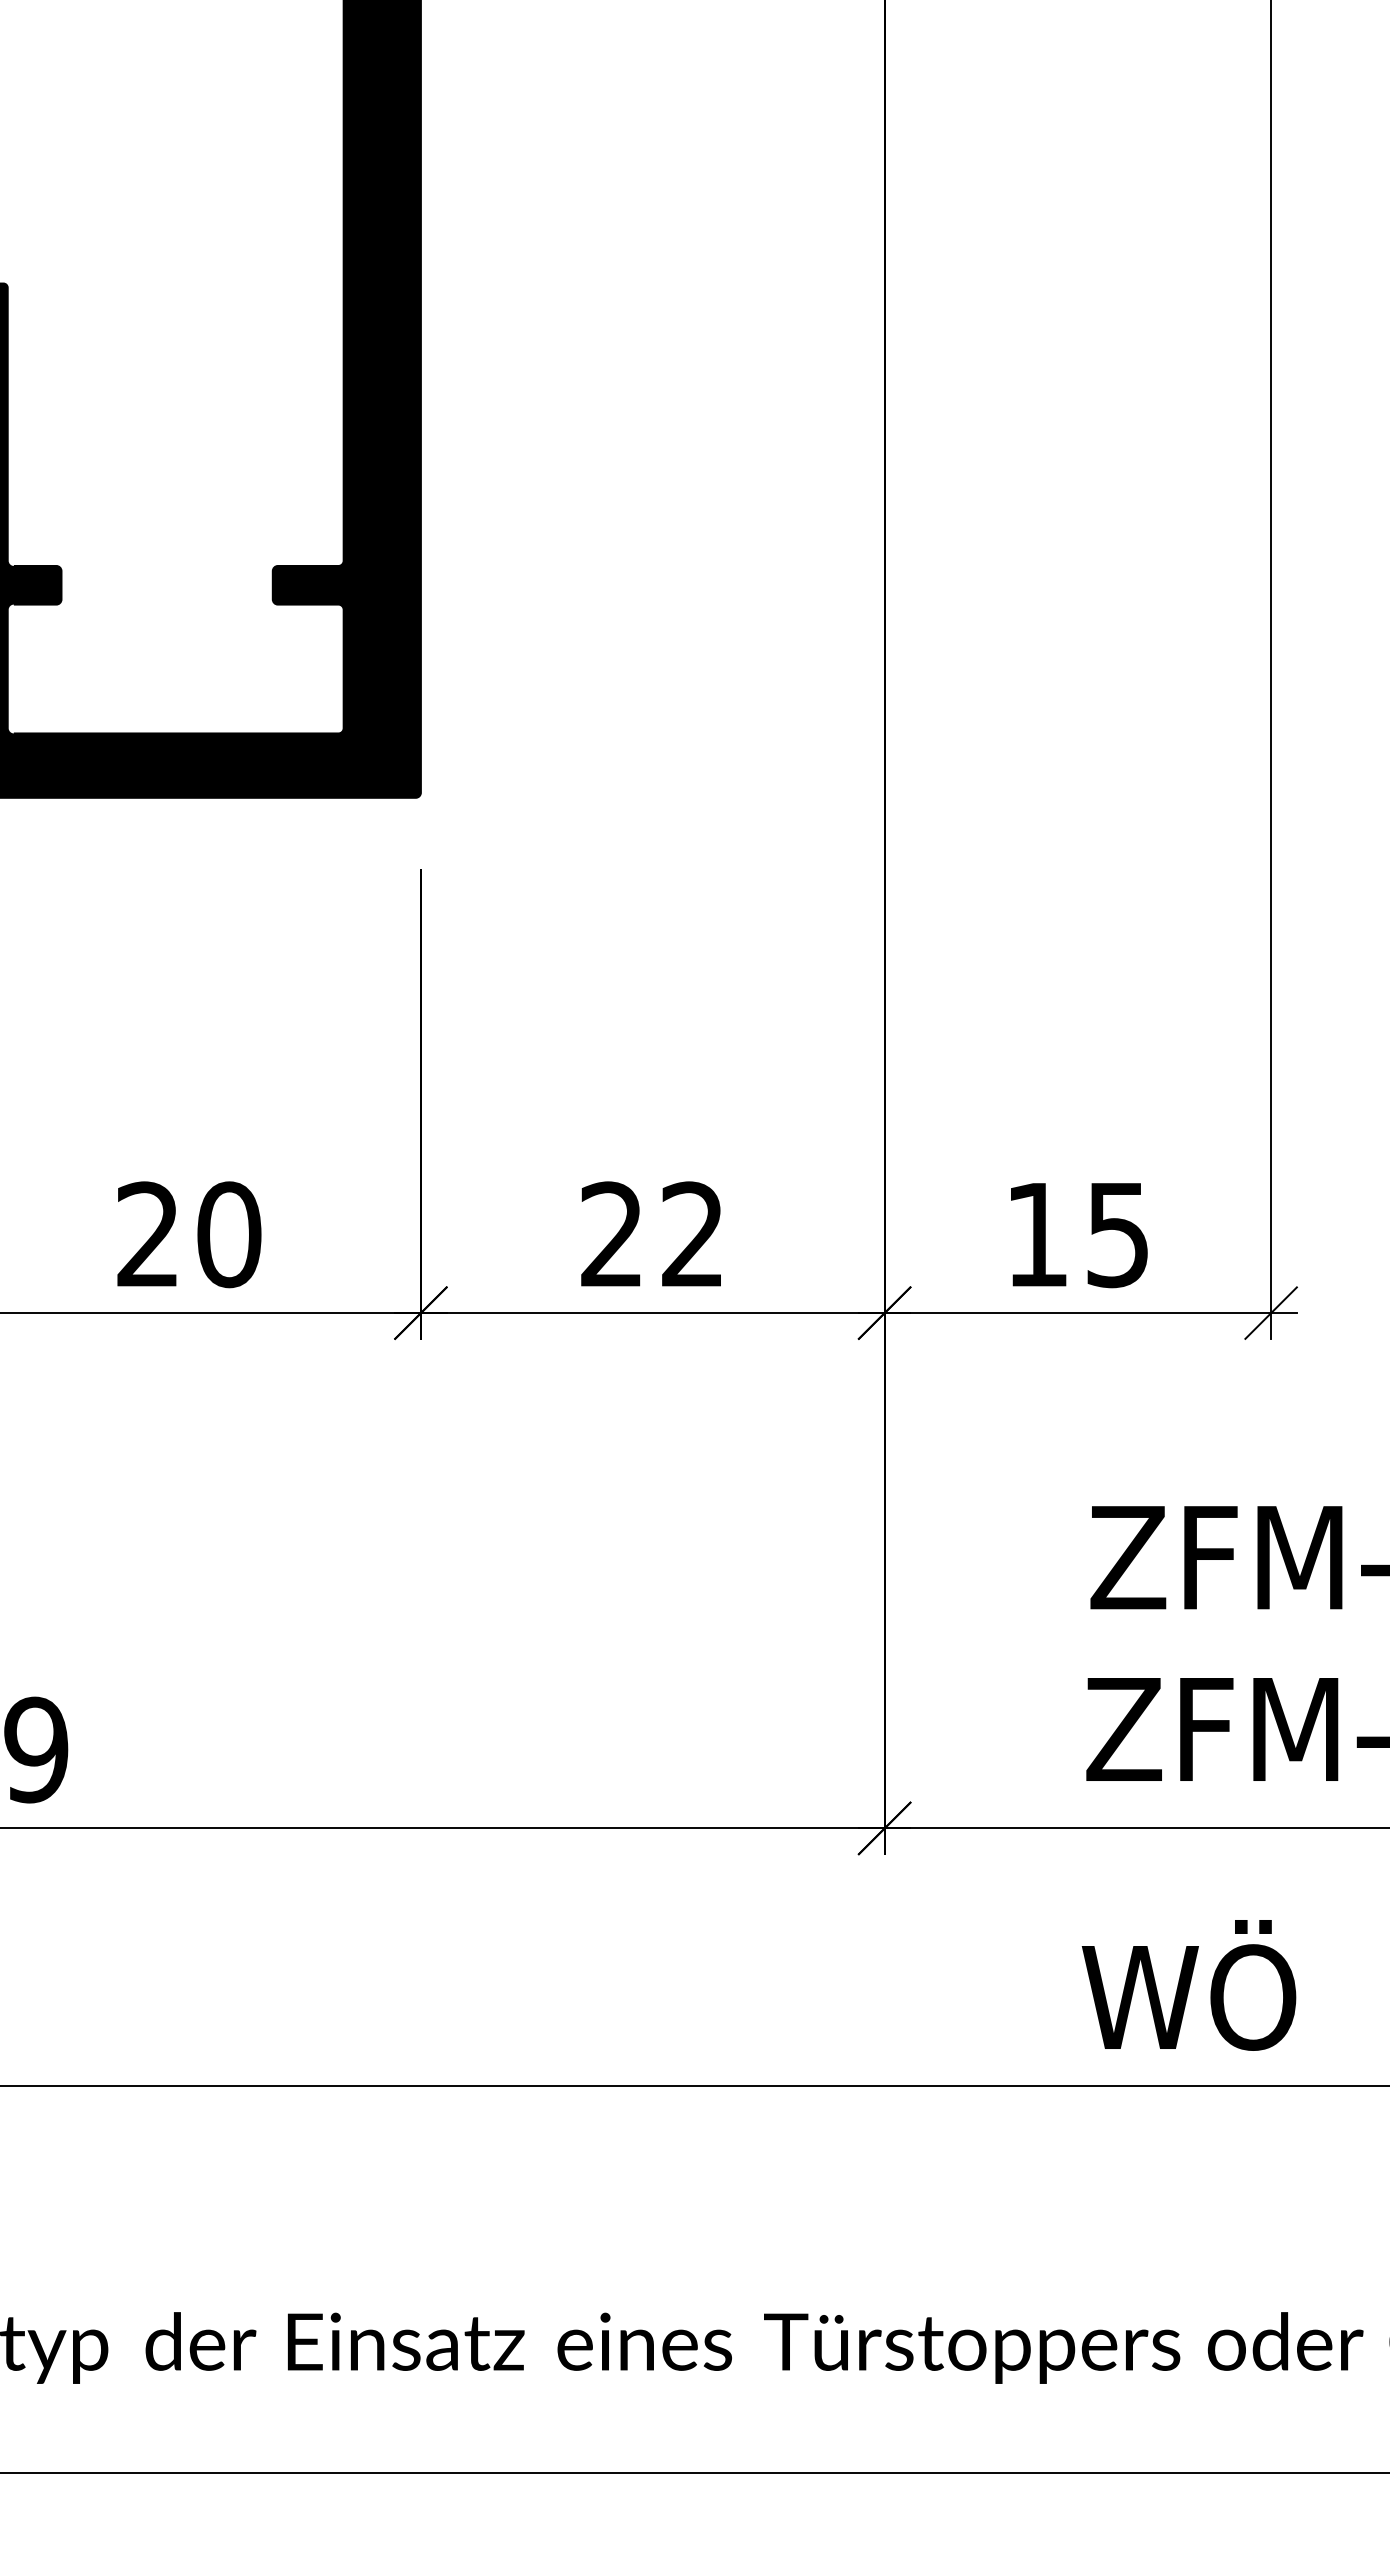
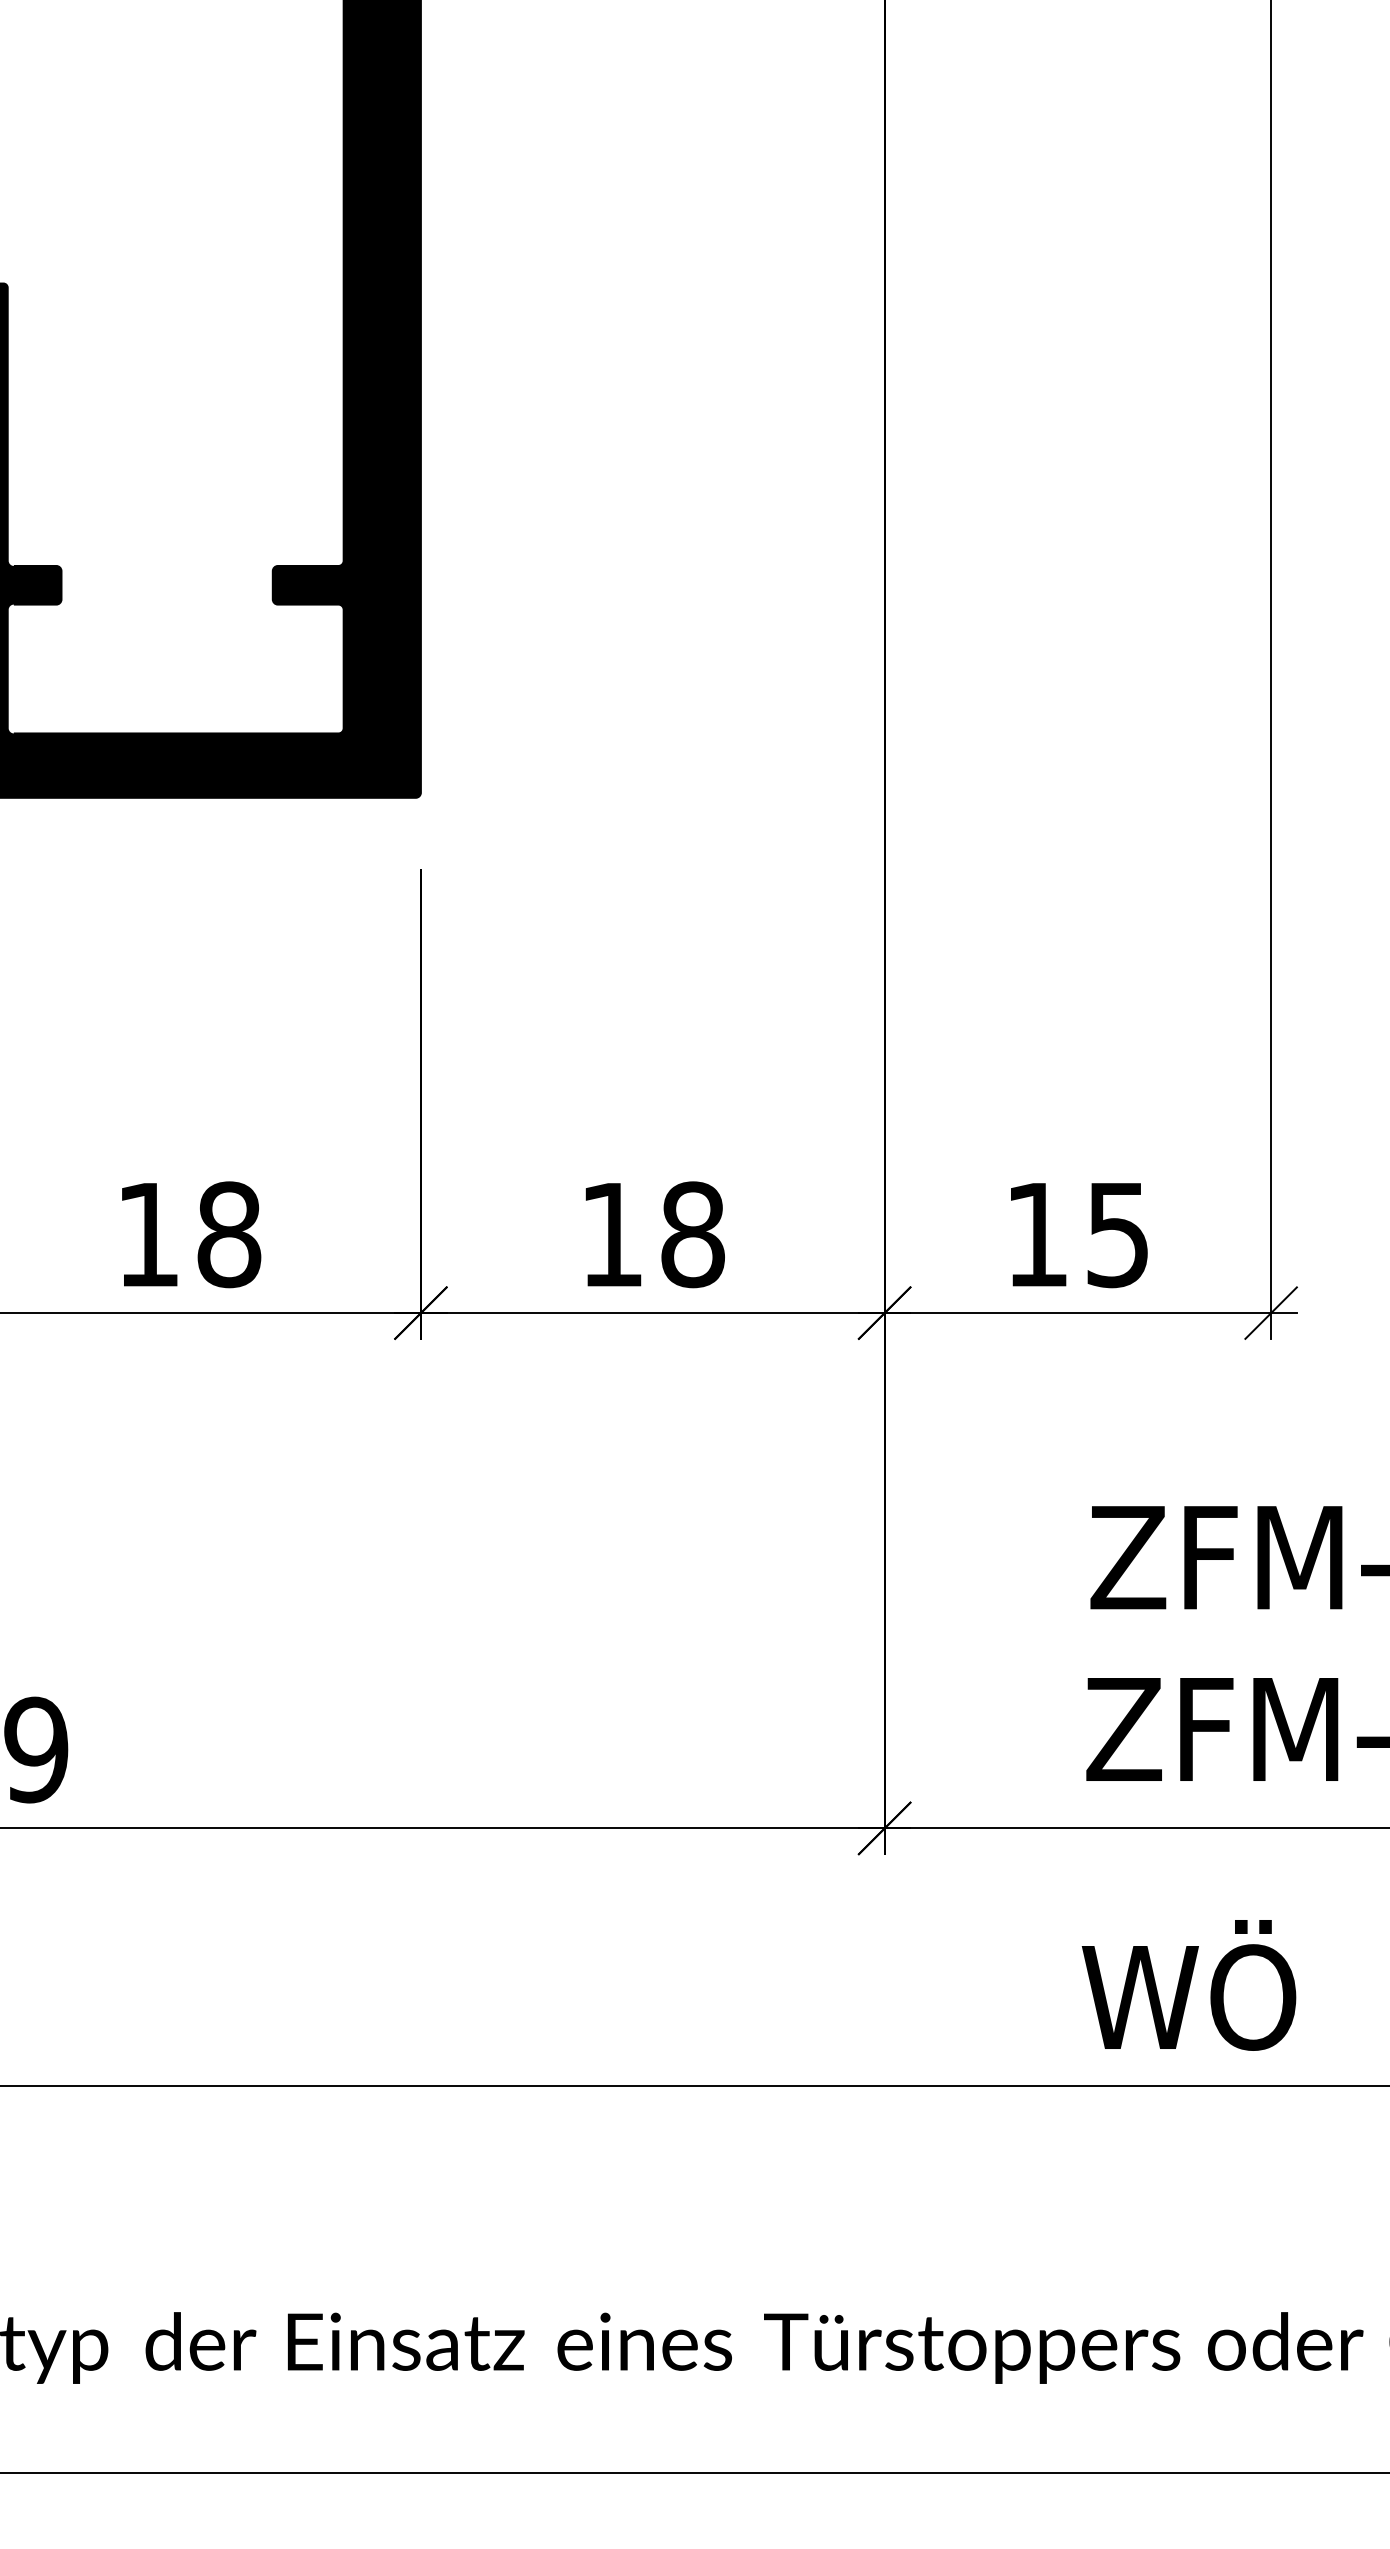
text at (189, 1234): 20 -> 18
text at (652, 1234): 22 -> 18
